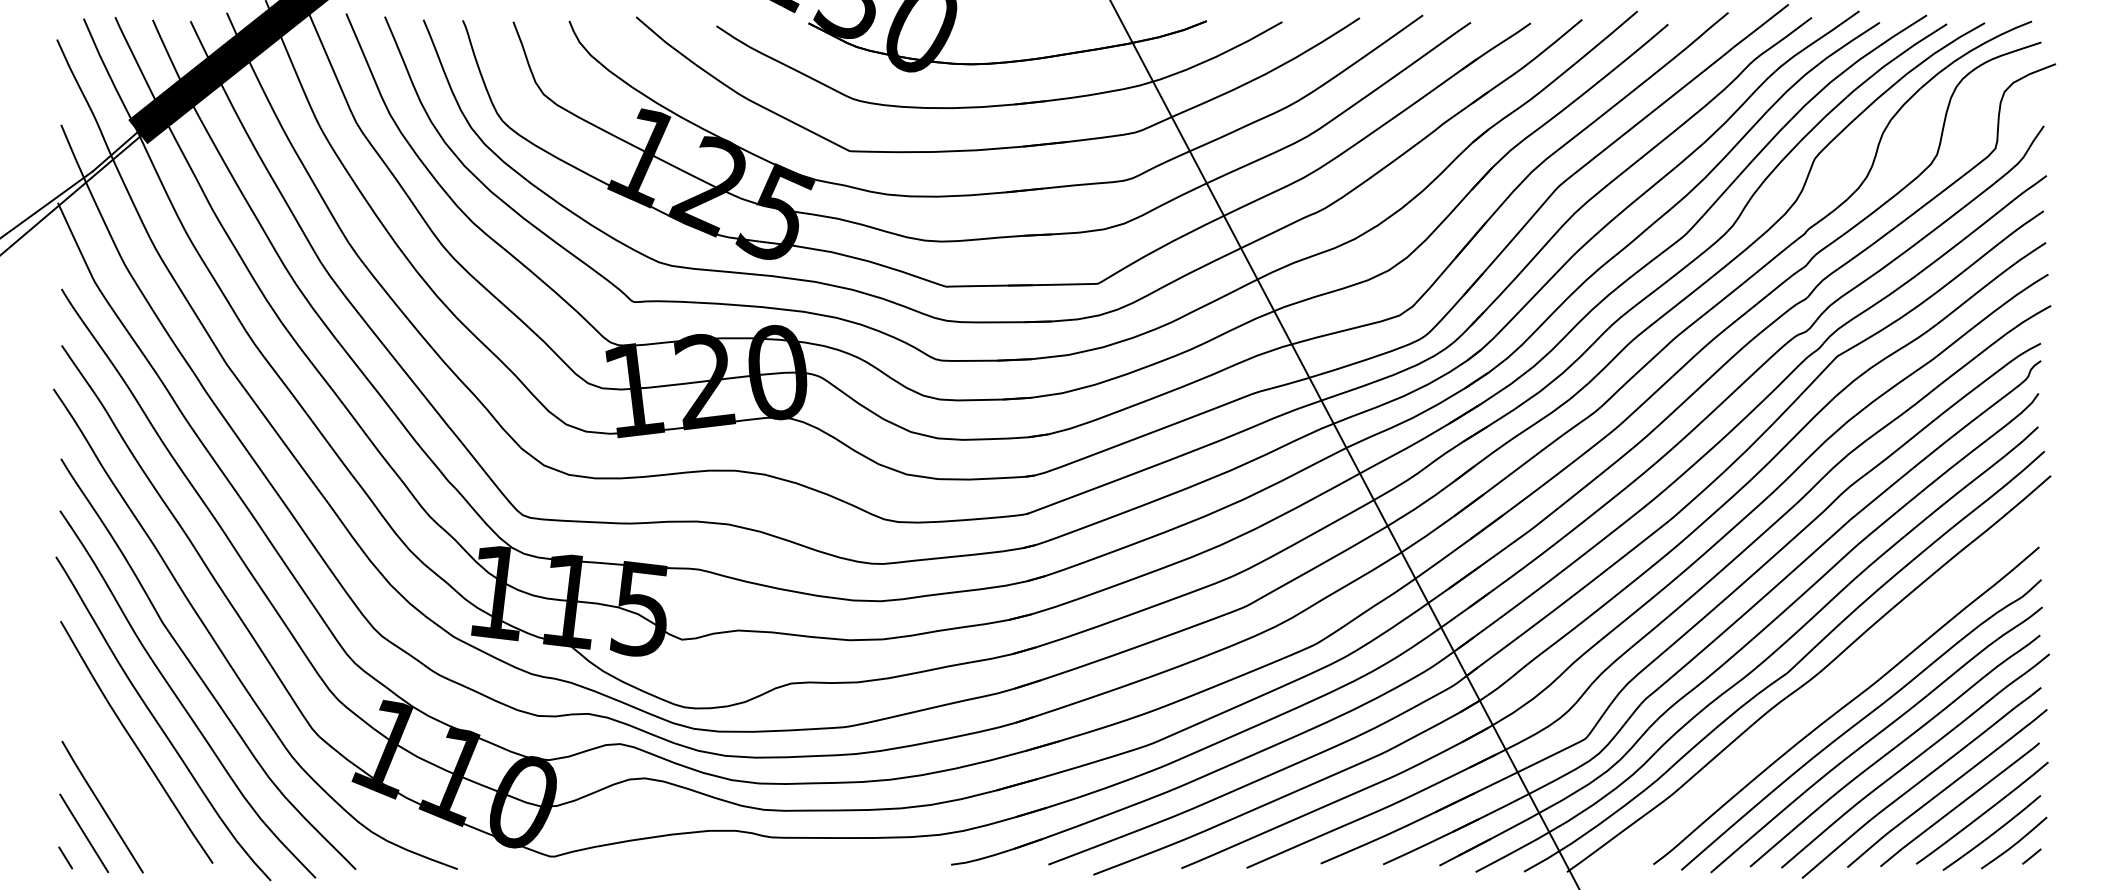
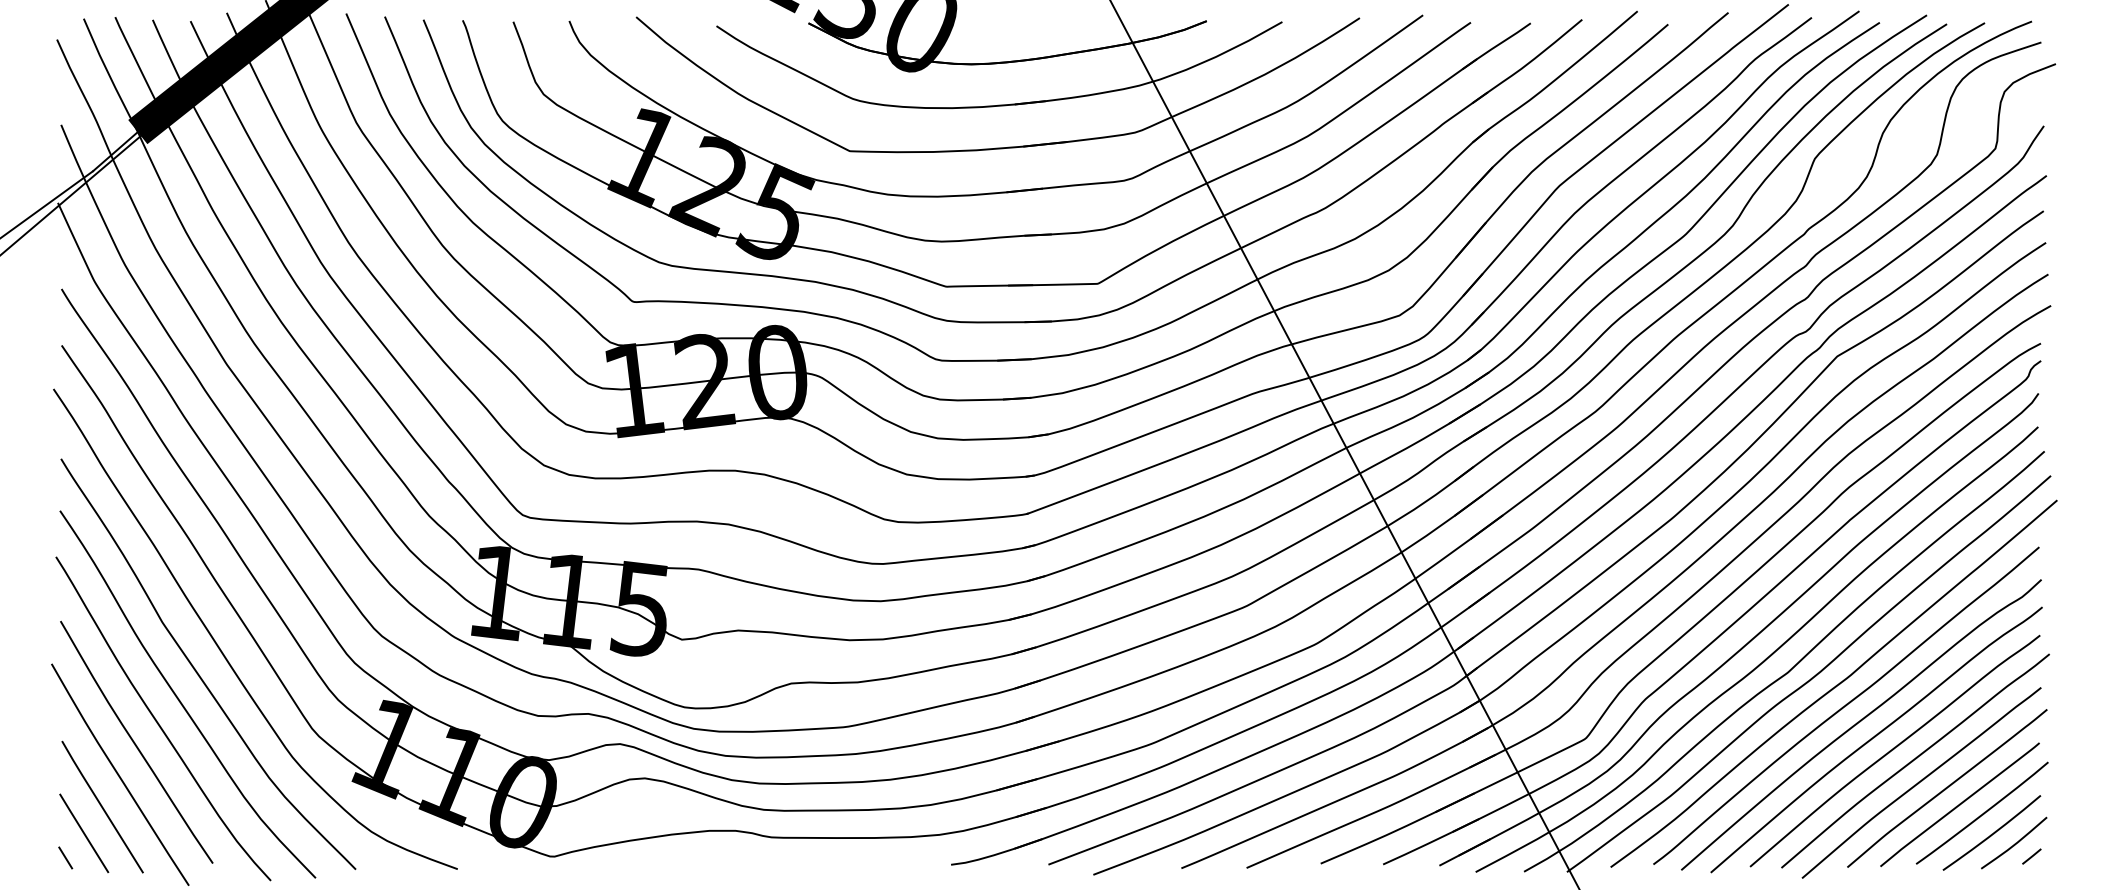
curve at (1835, 685): none -> present
curve at (119, 774): none -> present
